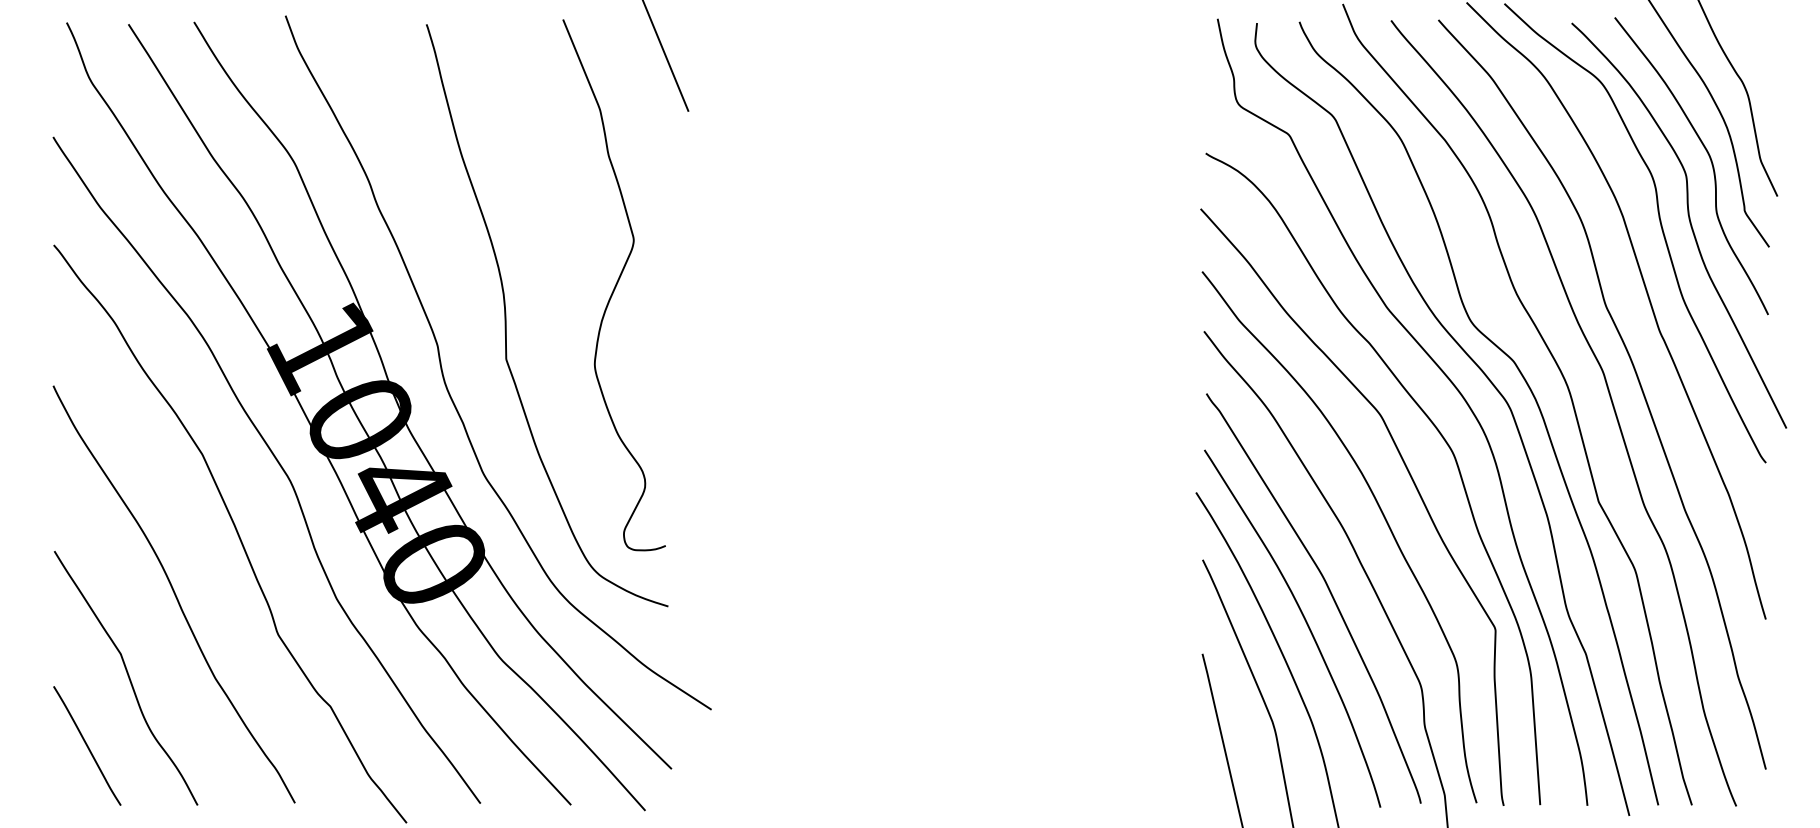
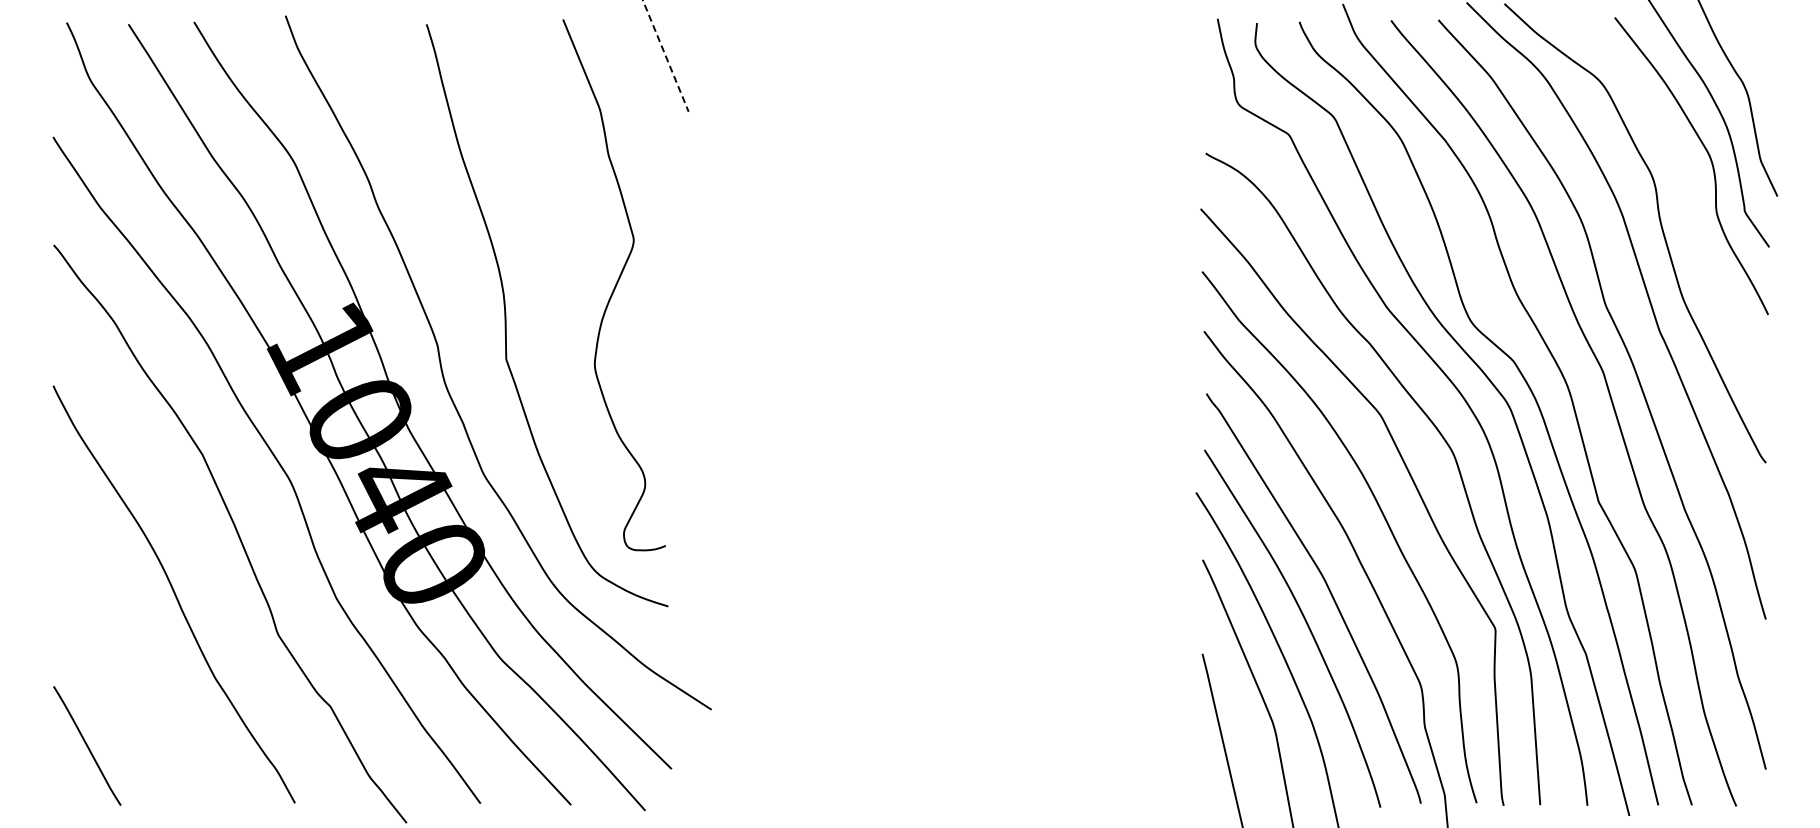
line at (665, 56): solid -> dashed
curve at (1689, 223): present -> none
curve at (127, 676): present -> none
